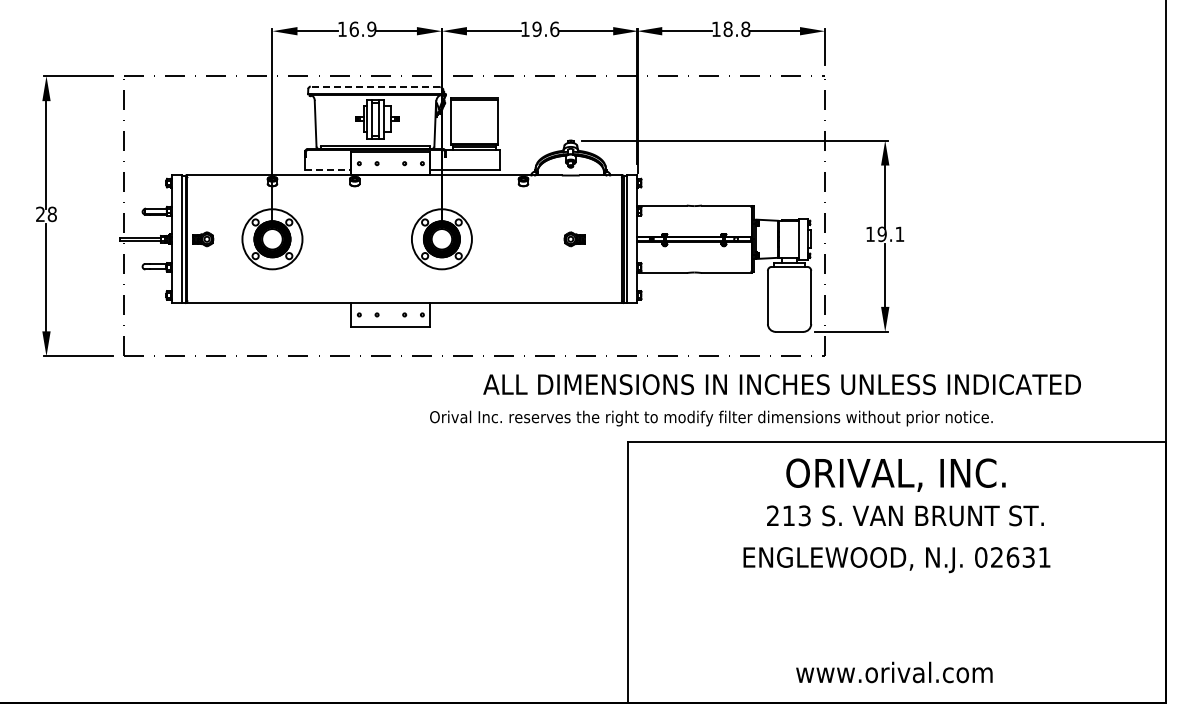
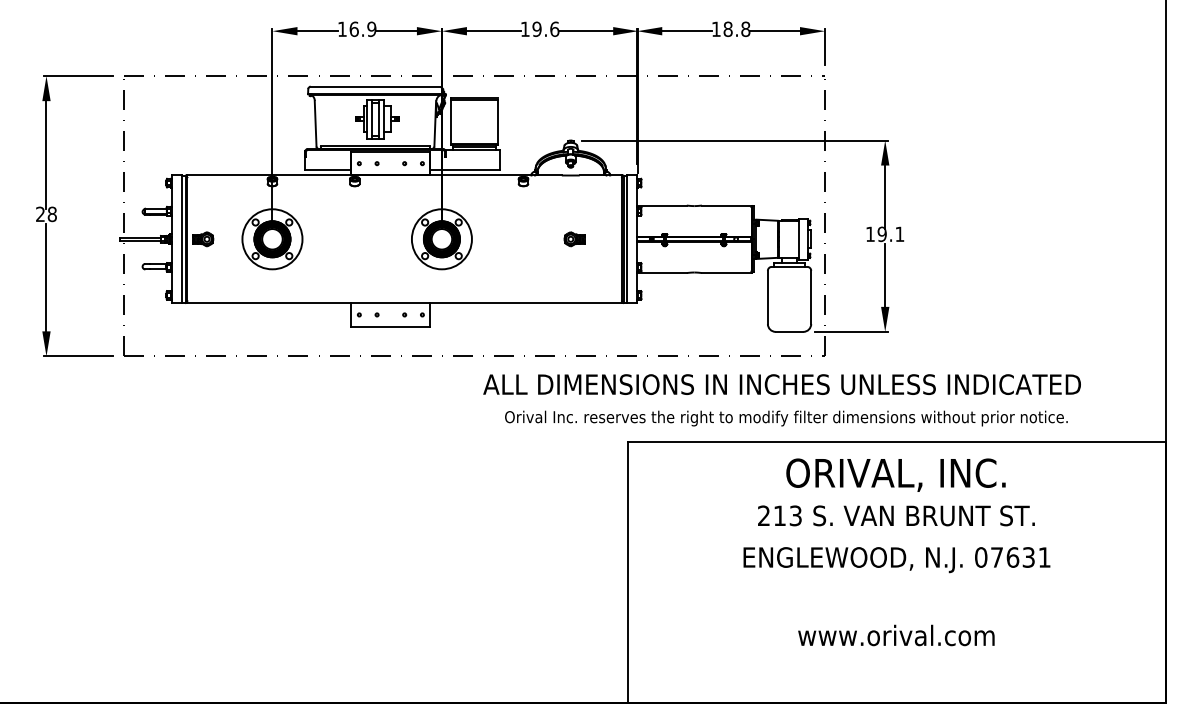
line at (375, 86): dashed -> solid
line at (328, 169): dashed -> solid
text at (711, 418) position: (711, 418) -> (786, 418)
text at (905, 515) position: (905, 515) -> (896, 515)
text at (996, 557): 02631 -> 07631
text at (894, 672) position: (894, 672) -> (896, 635)
